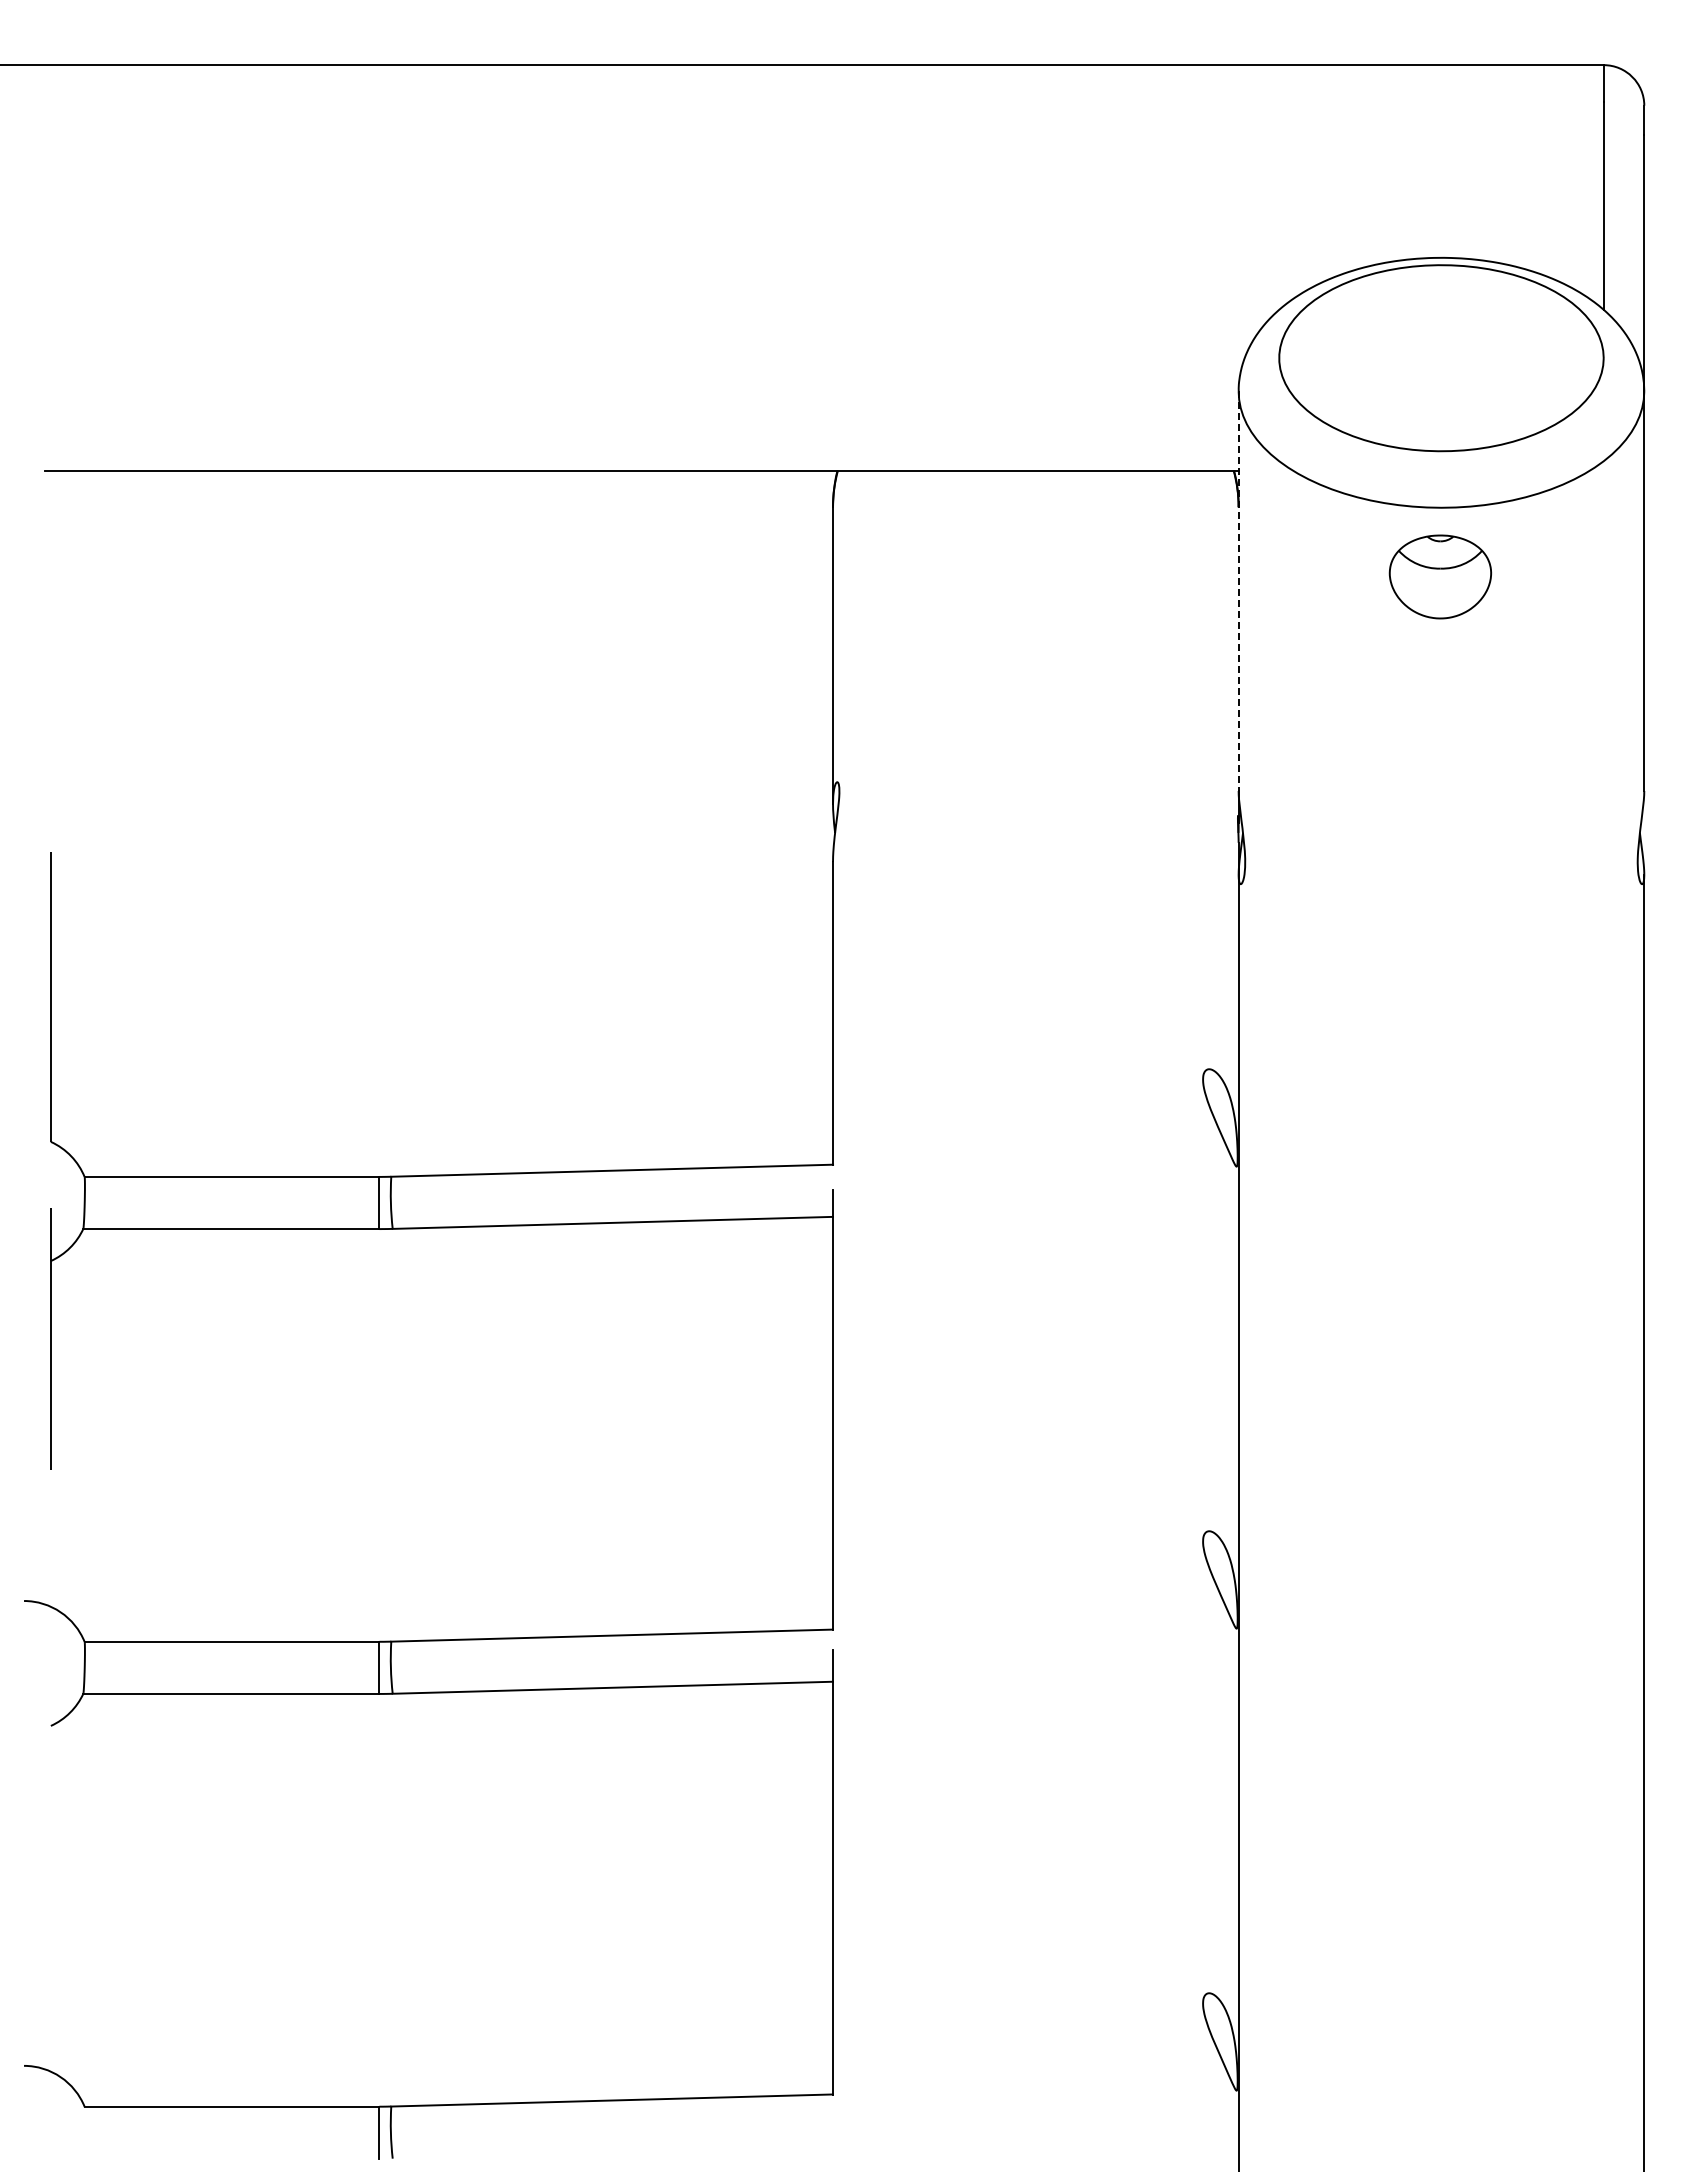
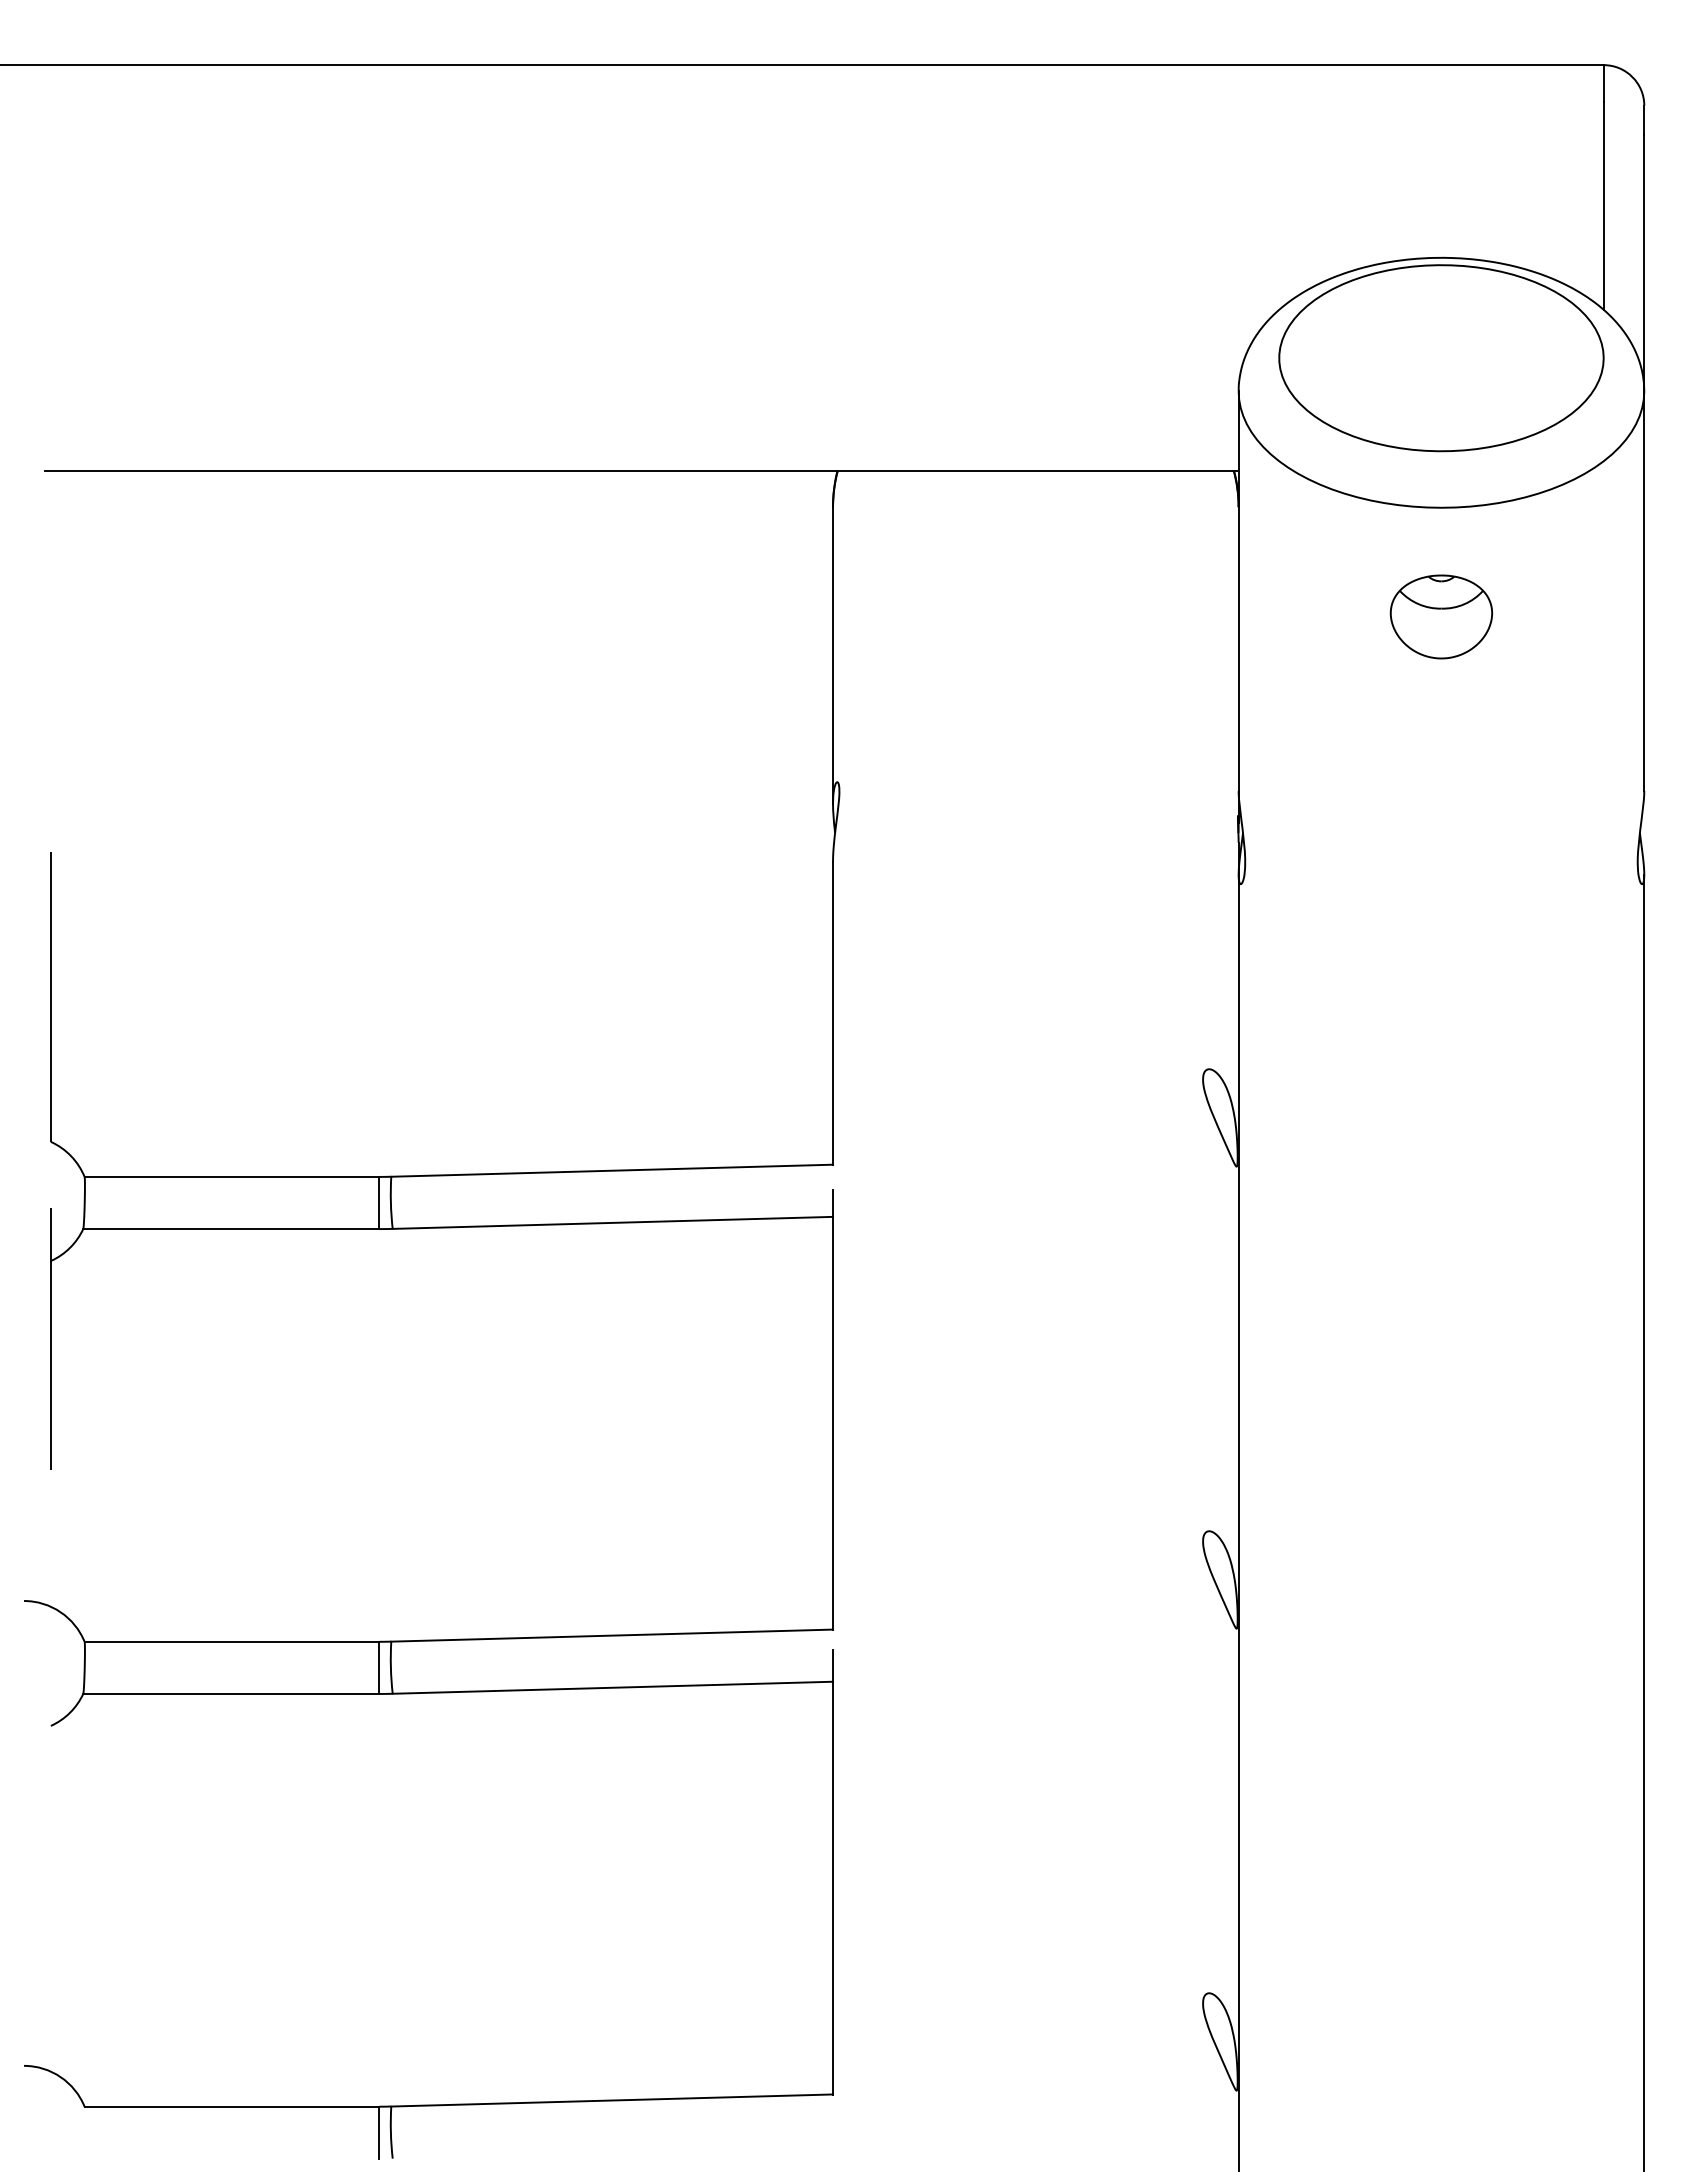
part at (1440, 576) position: (1440, 576) -> (1441, 616)
line at (1238, 591): dashed -> solid
